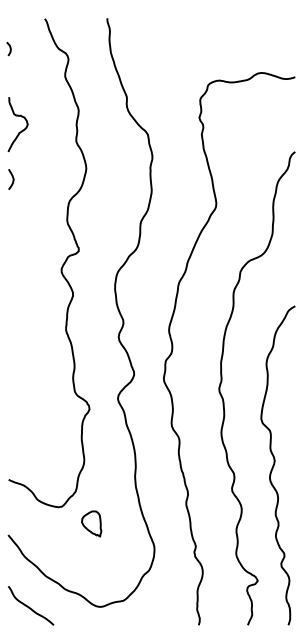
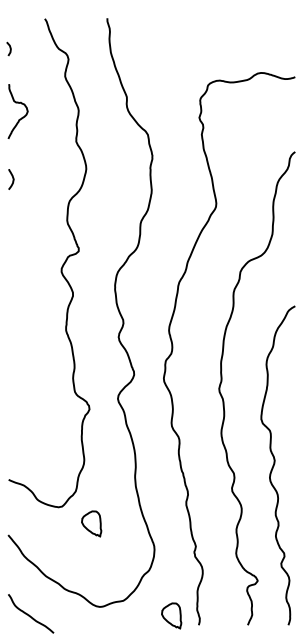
curve at (22, 129) position: (22, 129) -> (22, 116)
curve at (29, 606) position: (29, 606) -> (29, 614)
part at (171, 615): none -> present
